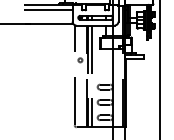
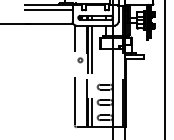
line at (159, 69) position: (159, 69) -> (164, 69)
